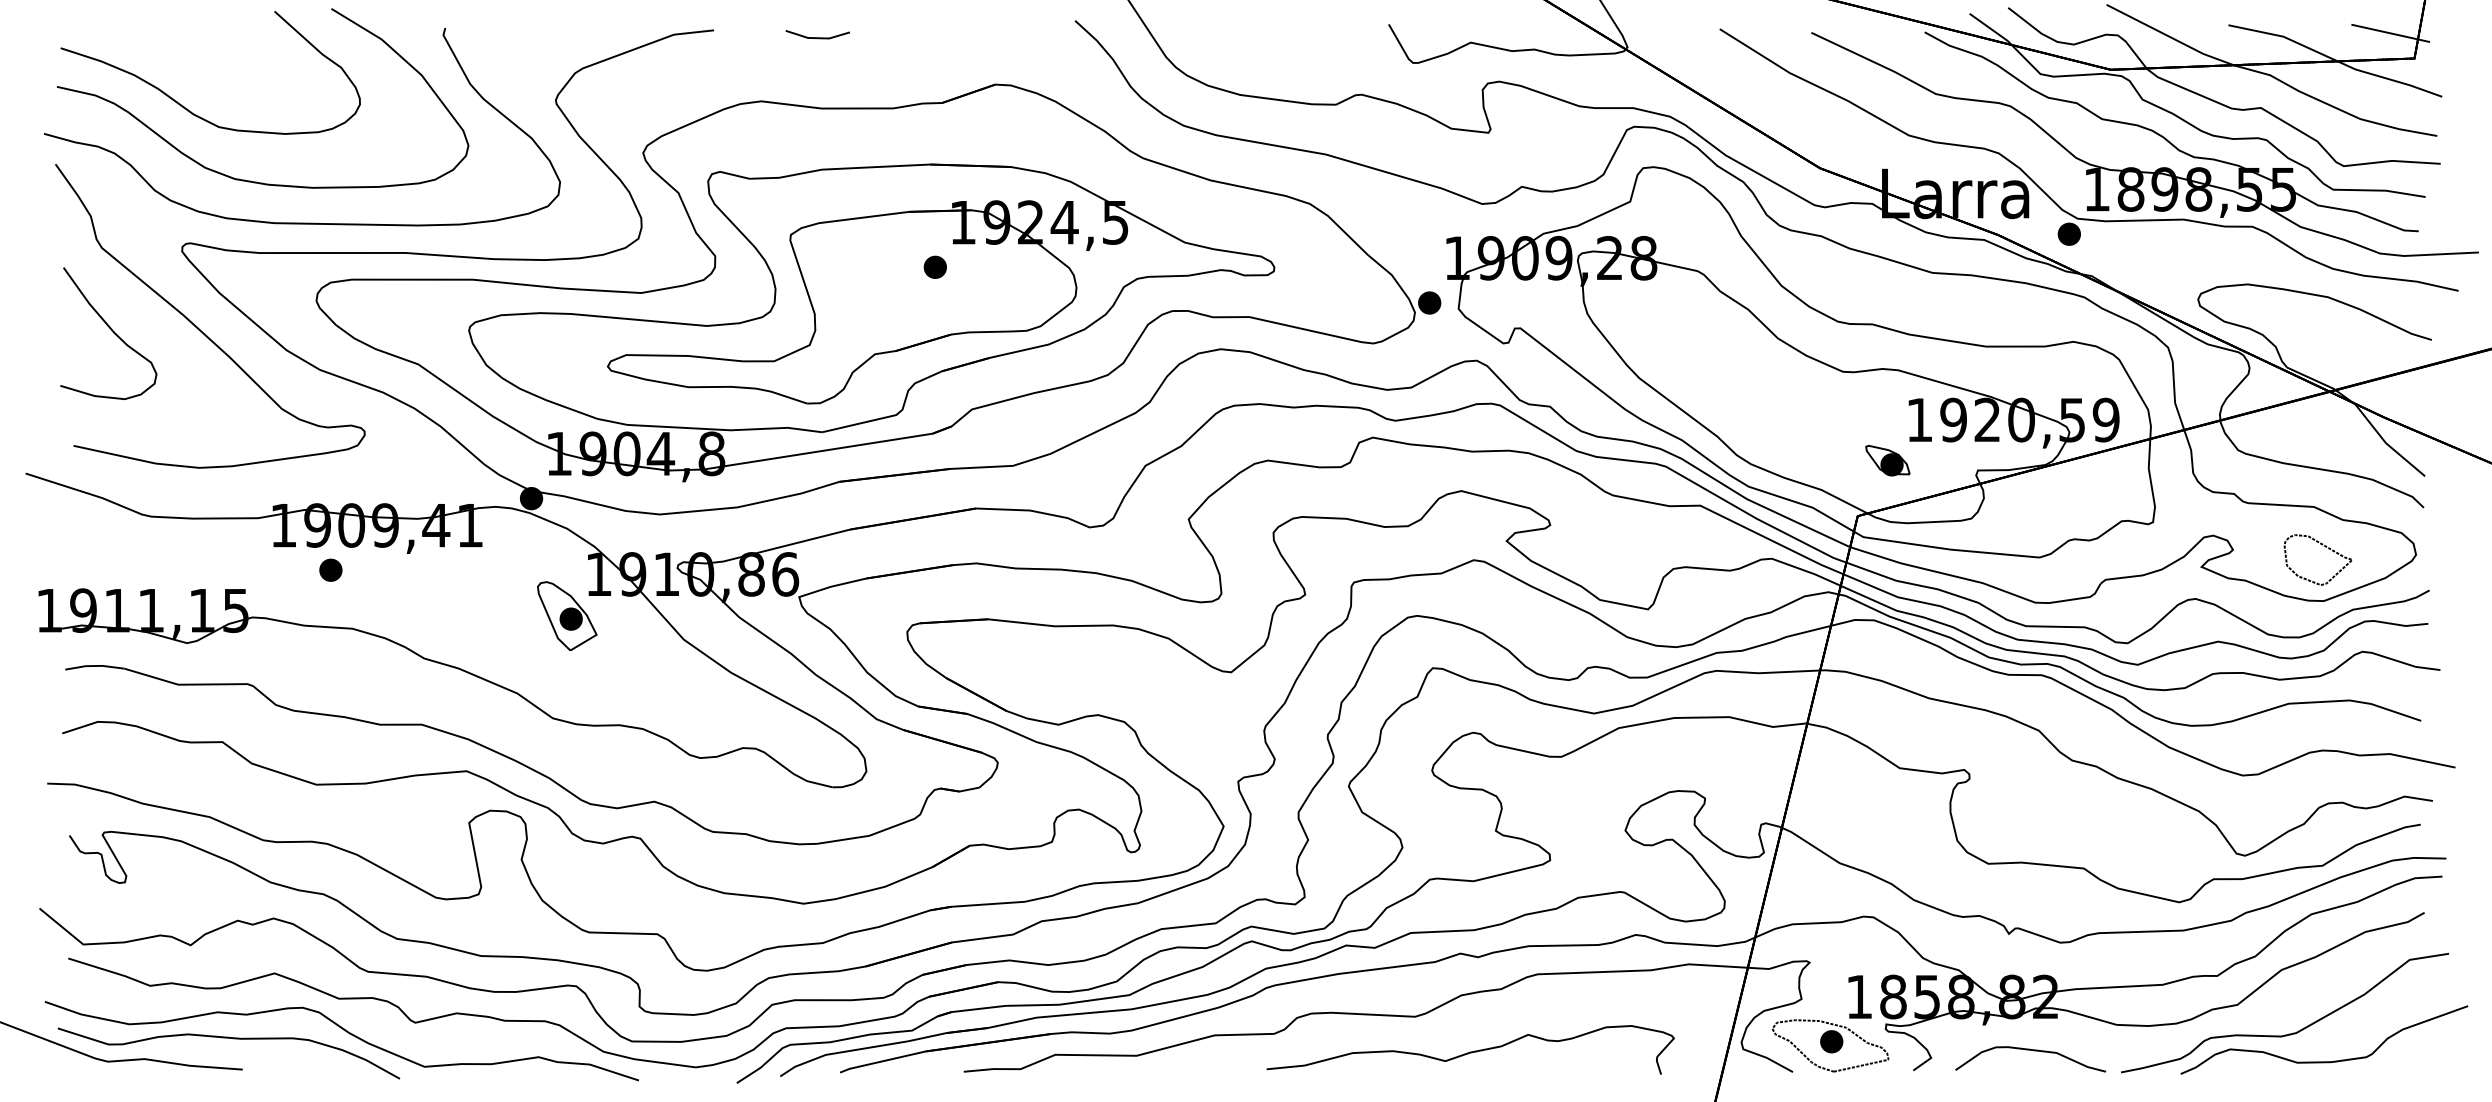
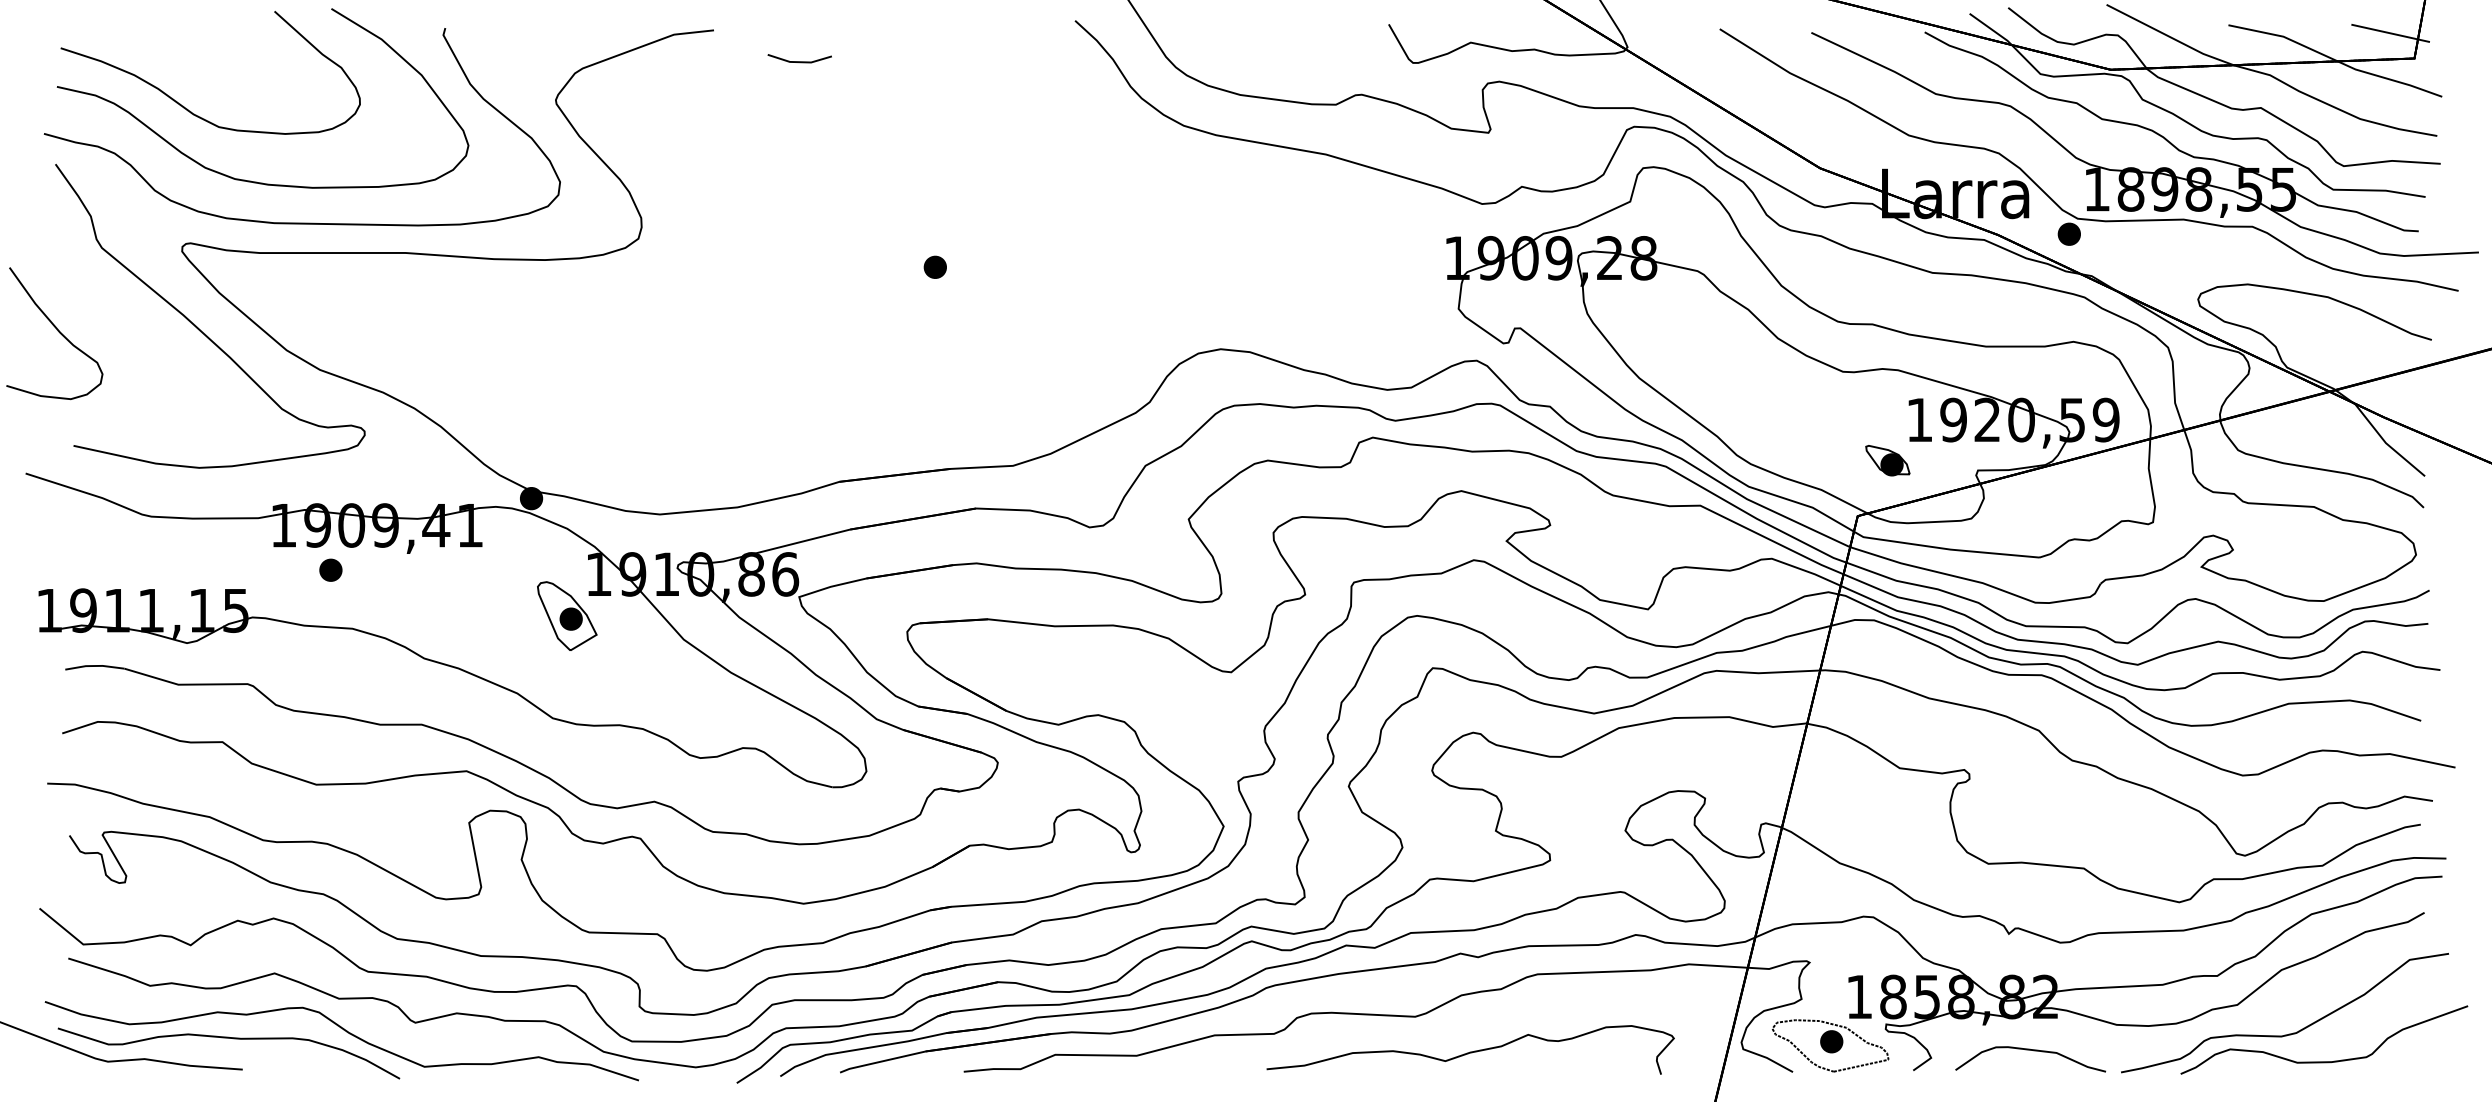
line at (817, 37) position: (817, 37) -> (799, 61)
part at (878, 282): present -> none
curve at (111, 331) position: (111, 331) -> (57, 331)
part at (2325, 547): present -> none
